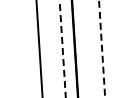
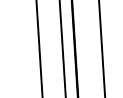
line at (62, 49): dashed -> solid
line at (102, 49): dashed -> solid
